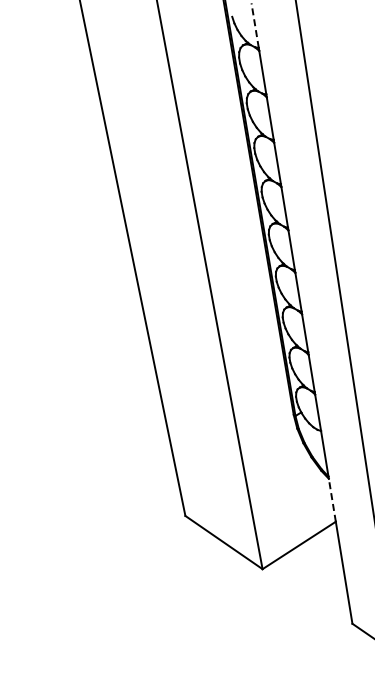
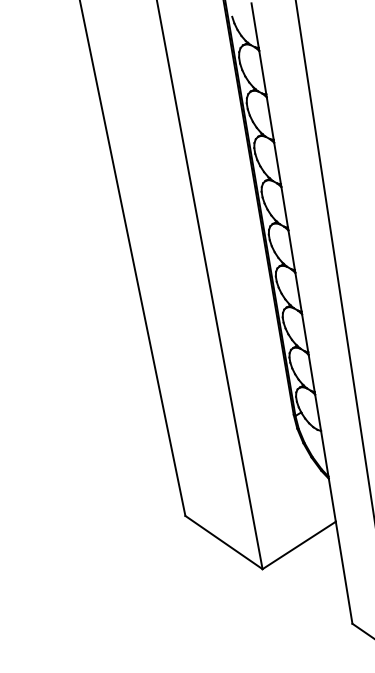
line at (255, 25): dashed -> solid
line at (332, 500): dashed -> solid
